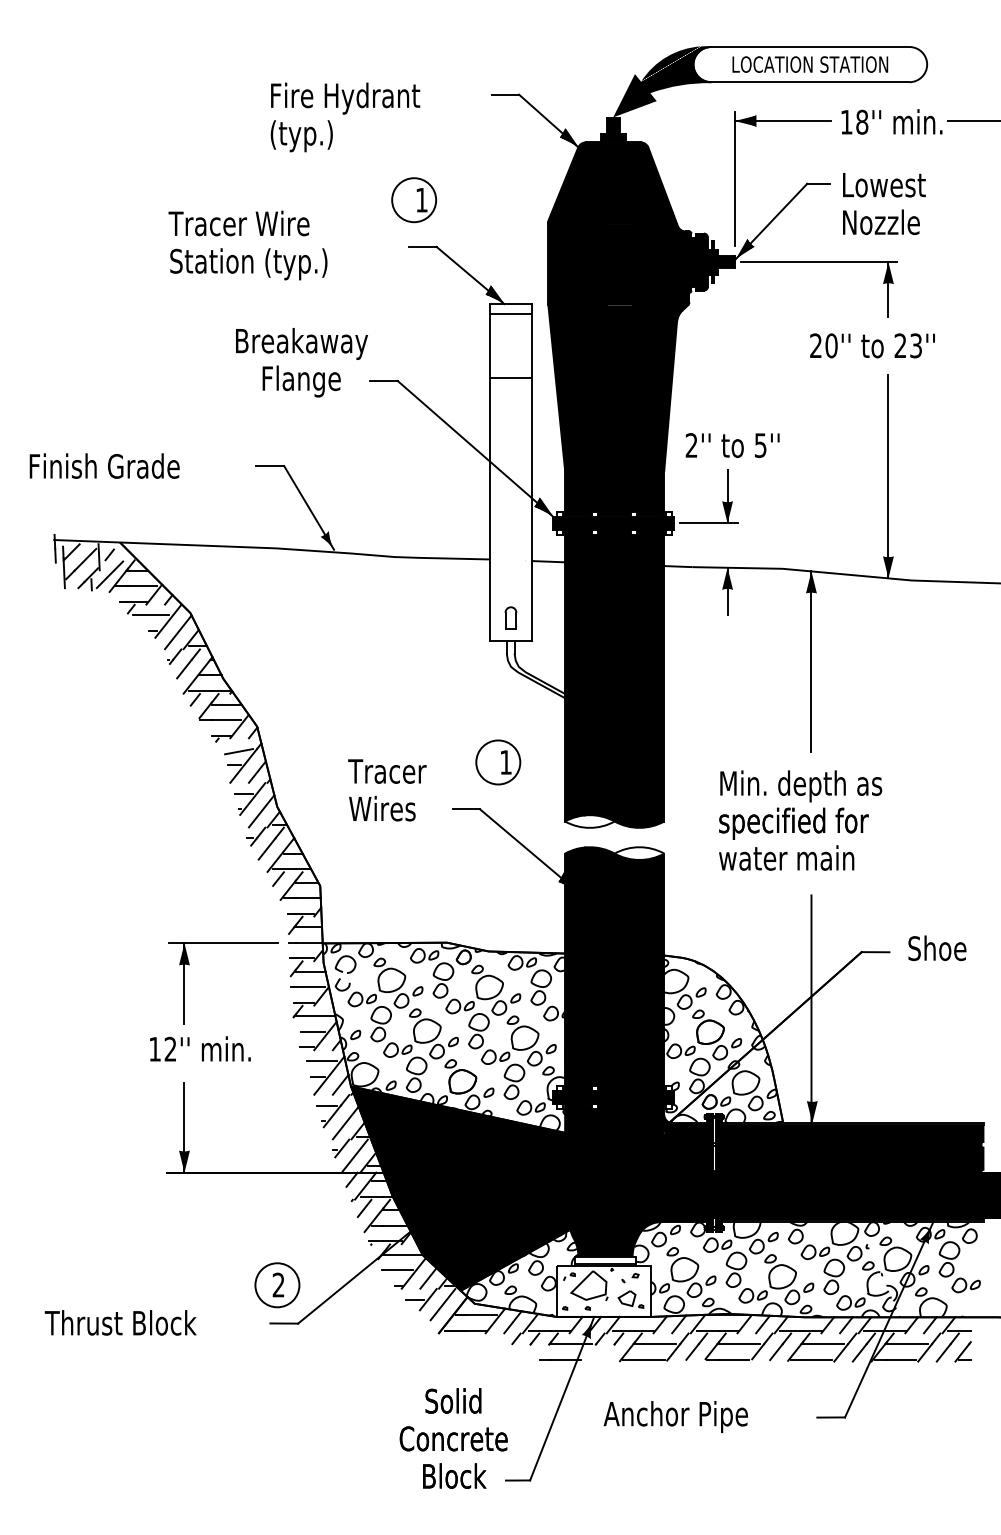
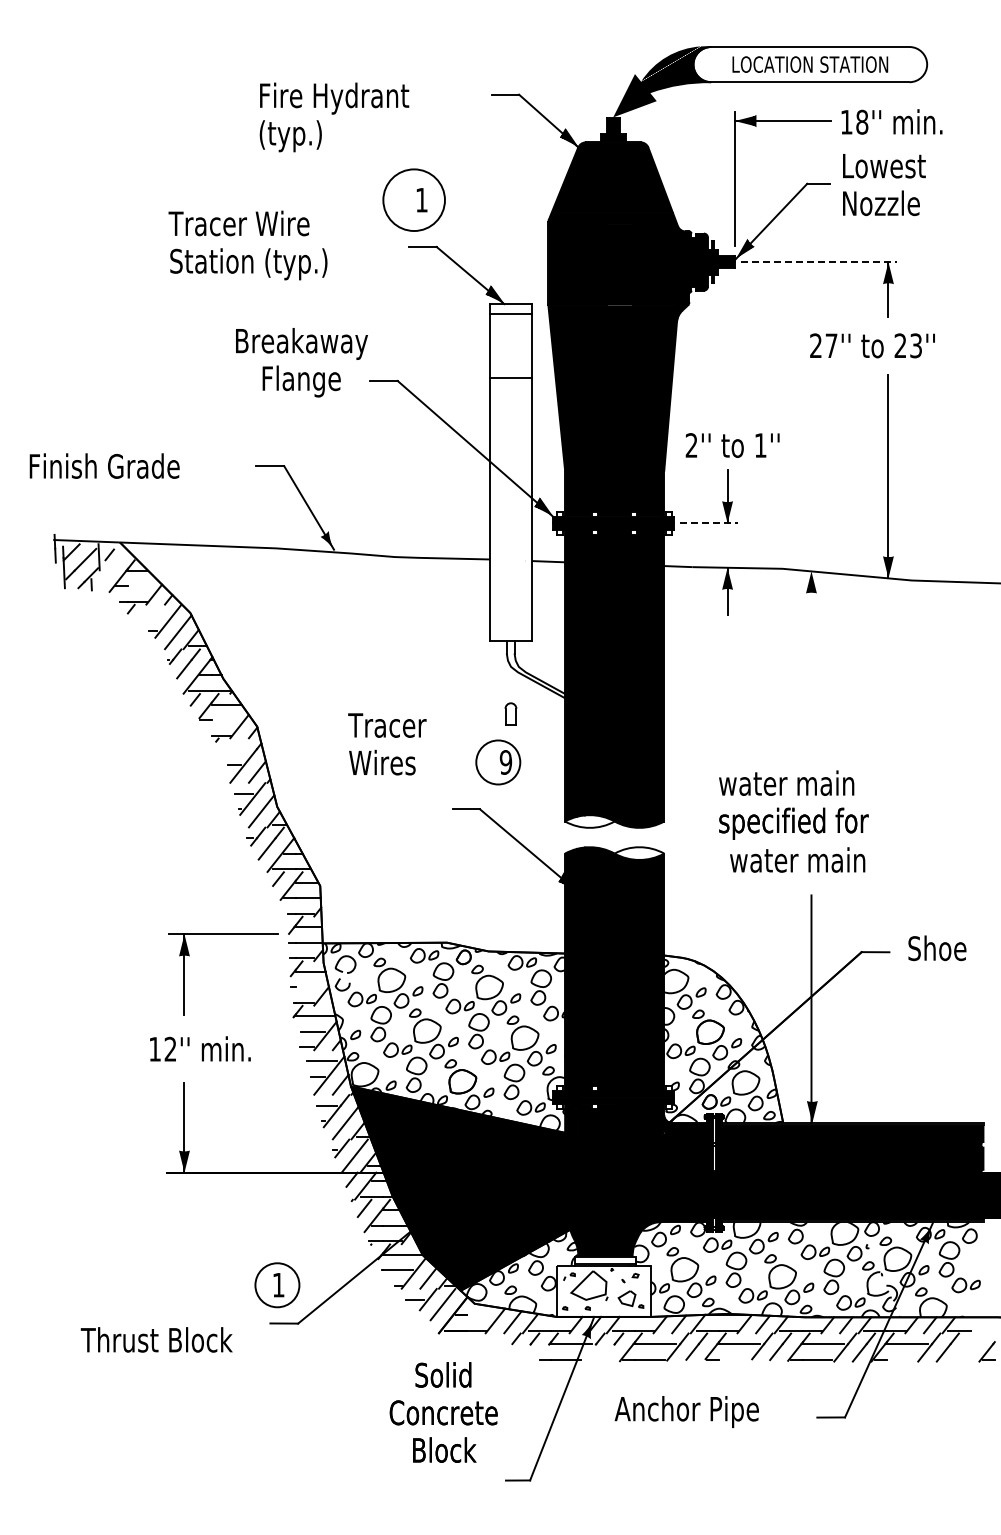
text at (345, 117) position: (345, 117) -> (334, 117)
line at (972, 121): present -> none
circle at (414, 200) diameter: 44 px -> 62 px
text at (884, 204) position: (884, 204) -> (884, 185)
line at (819, 262): solid -> dashed
text at (831, 345): 20'' -> 27''
text at (760, 445): 5'' -> 1''
line at (708, 523): solid -> dashed
line at (109, 574): present -> none
line at (142, 586): present -> none
line at (151, 615): present -> none
part at (510, 617) position: (510, 617) -> (510, 713)
line at (811, 661): present -> none
line at (226, 720): present -> none
line at (238, 751): present -> none
text at (505, 762): 1 -> 9
text at (800, 786): Min. depth as -> water main
text at (387, 790) position: (387, 790) -> (387, 744)
text at (786, 857) position: (786, 857) -> (797, 859)
part at (189, 965) position: (189, 965) -> (189, 956)
line at (310, 987): present -> none
text at (278, 1284): 2 -> 1
line at (481, 1315): present -> none
text at (120, 1322) position: (120, 1322) -> (156, 1339)
part at (962, 1351) position: (962, 1351) -> (986, 1351)
line at (733, 1359): present -> none
line at (901, 1359): present -> none
text at (675, 1416) position: (675, 1416) -> (686, 1411)
text at (453, 1438) position: (453, 1438) -> (443, 1412)
